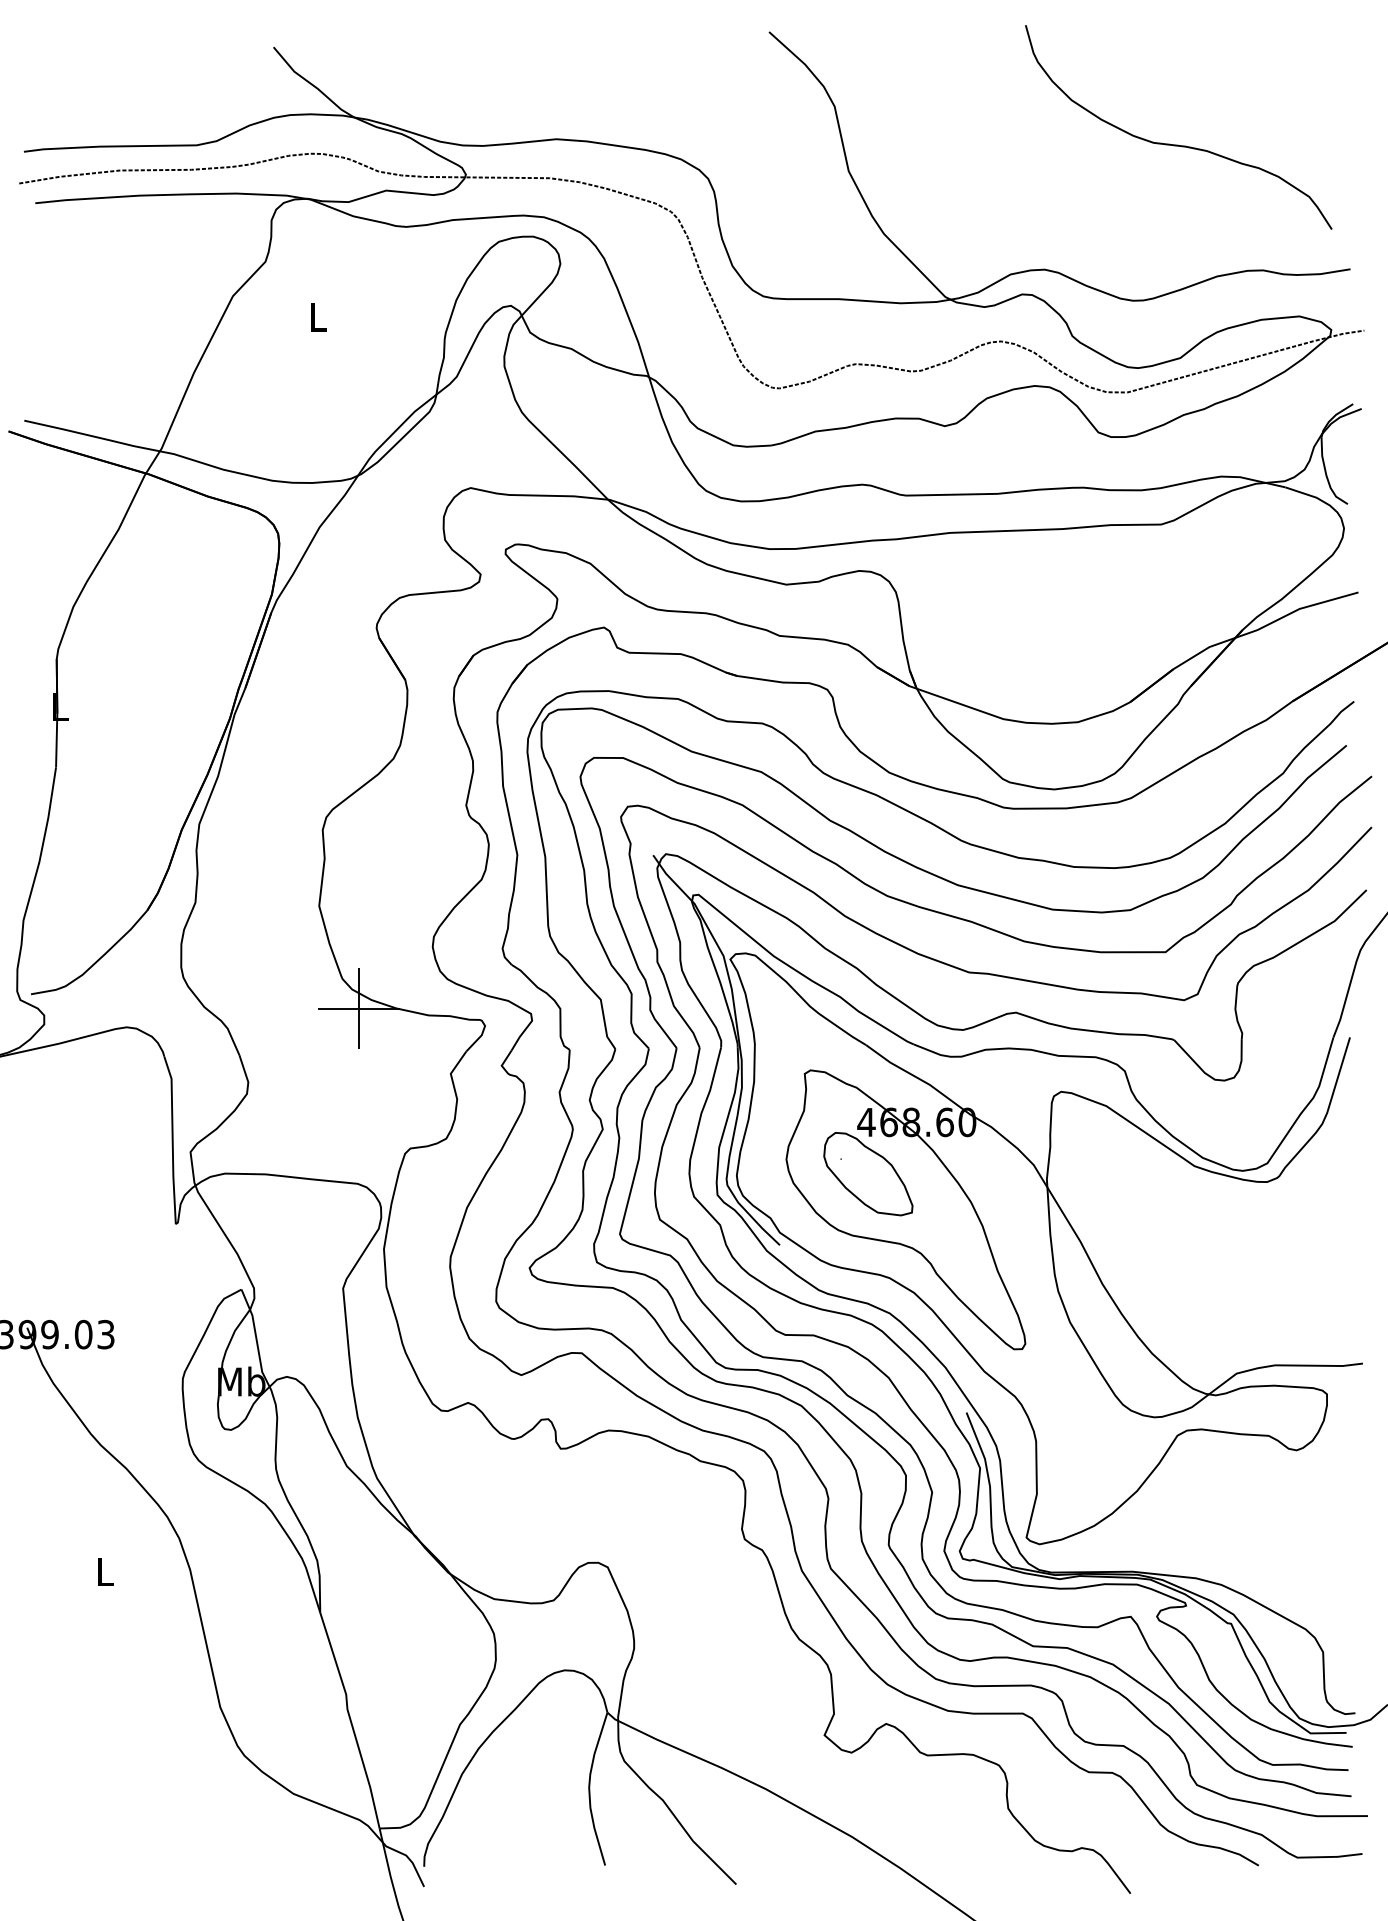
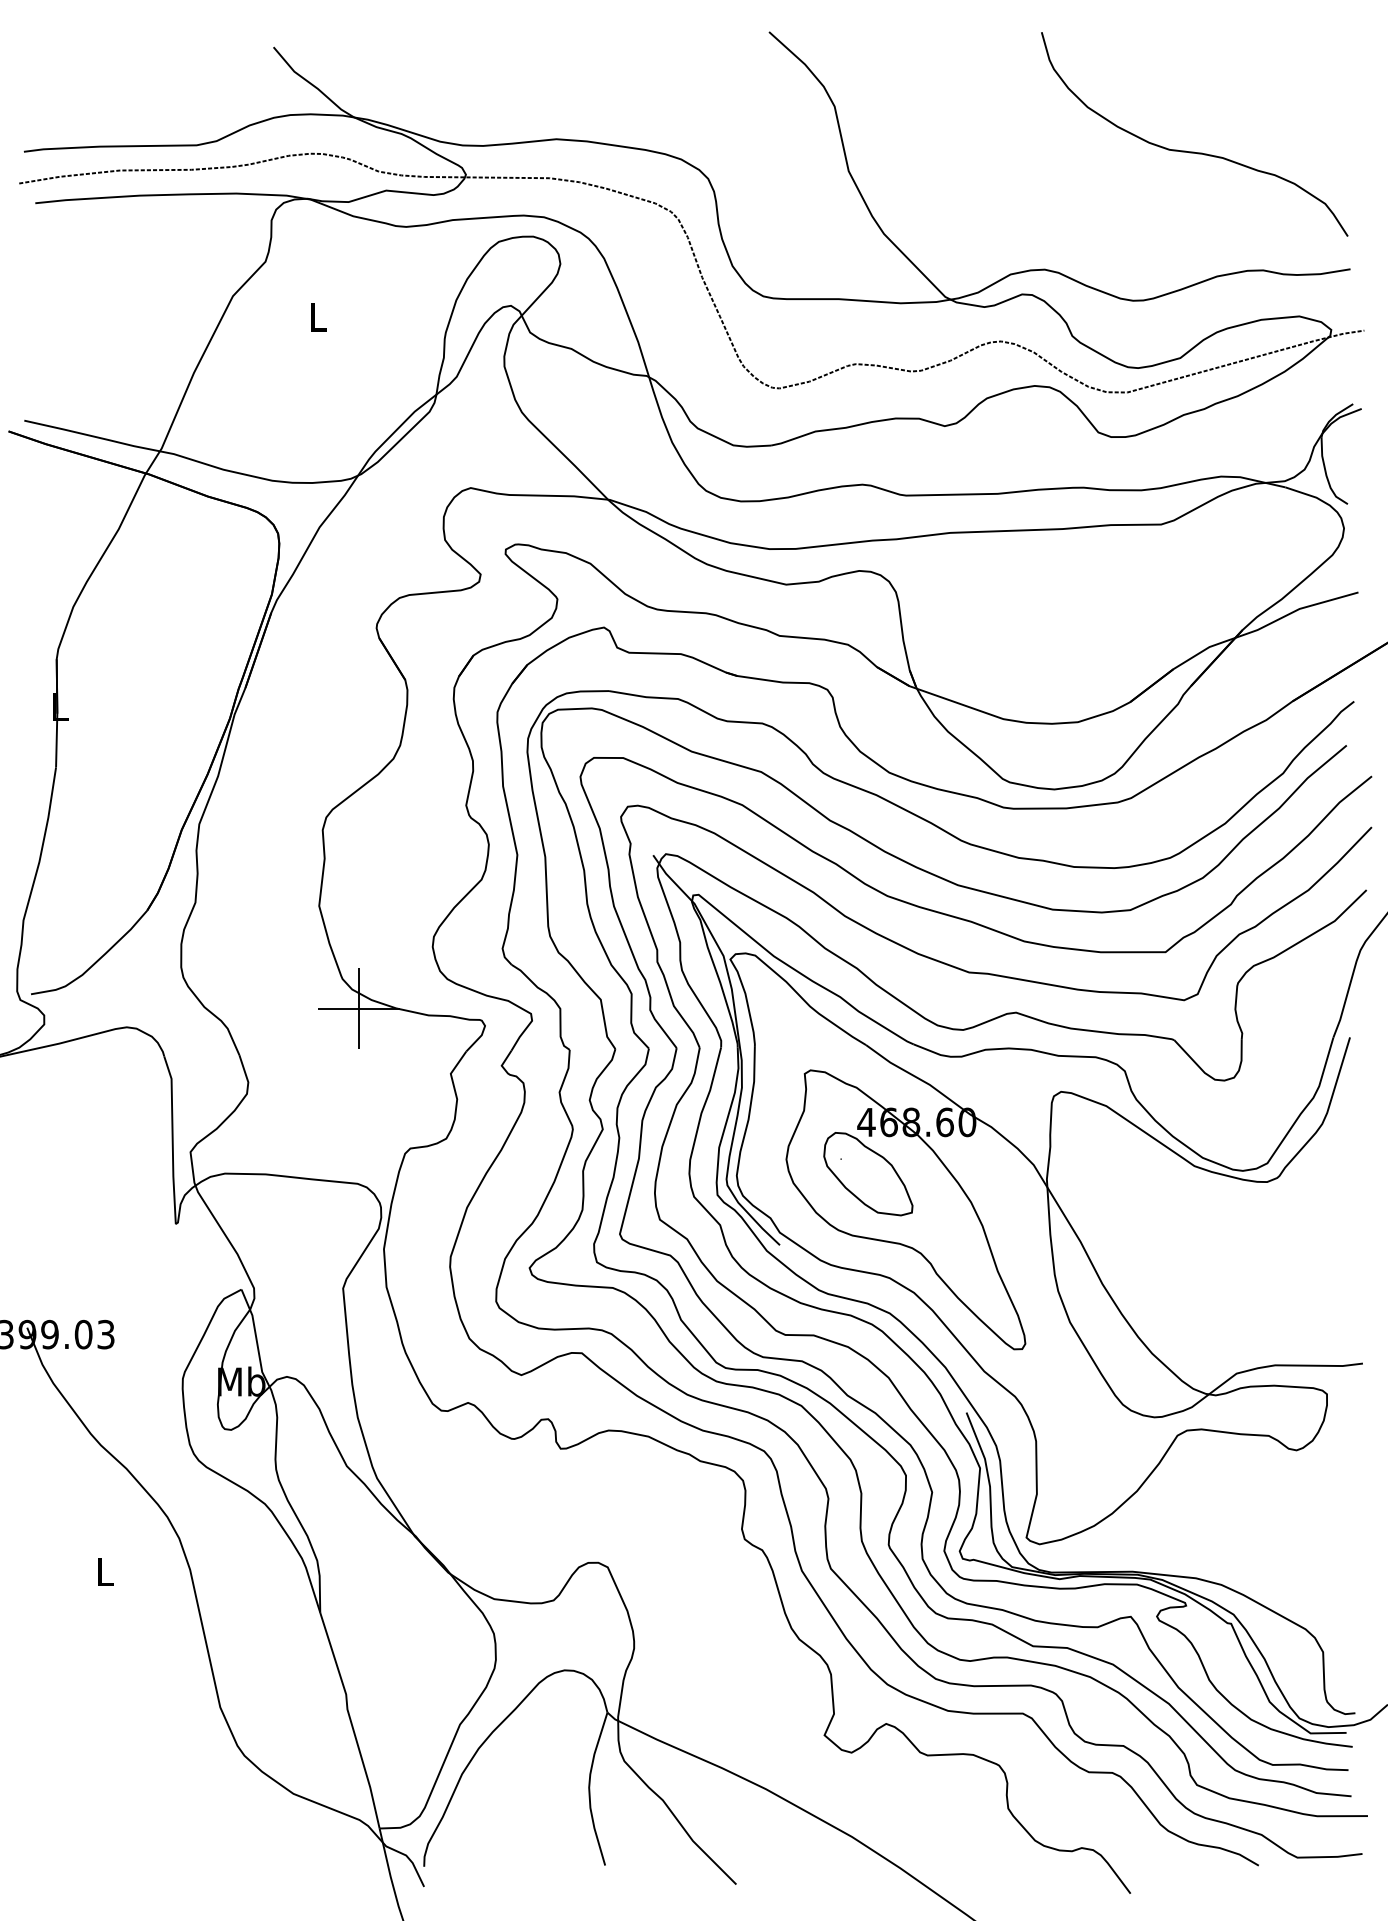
curve at (1178, 144) position: (1178, 144) -> (1194, 151)
